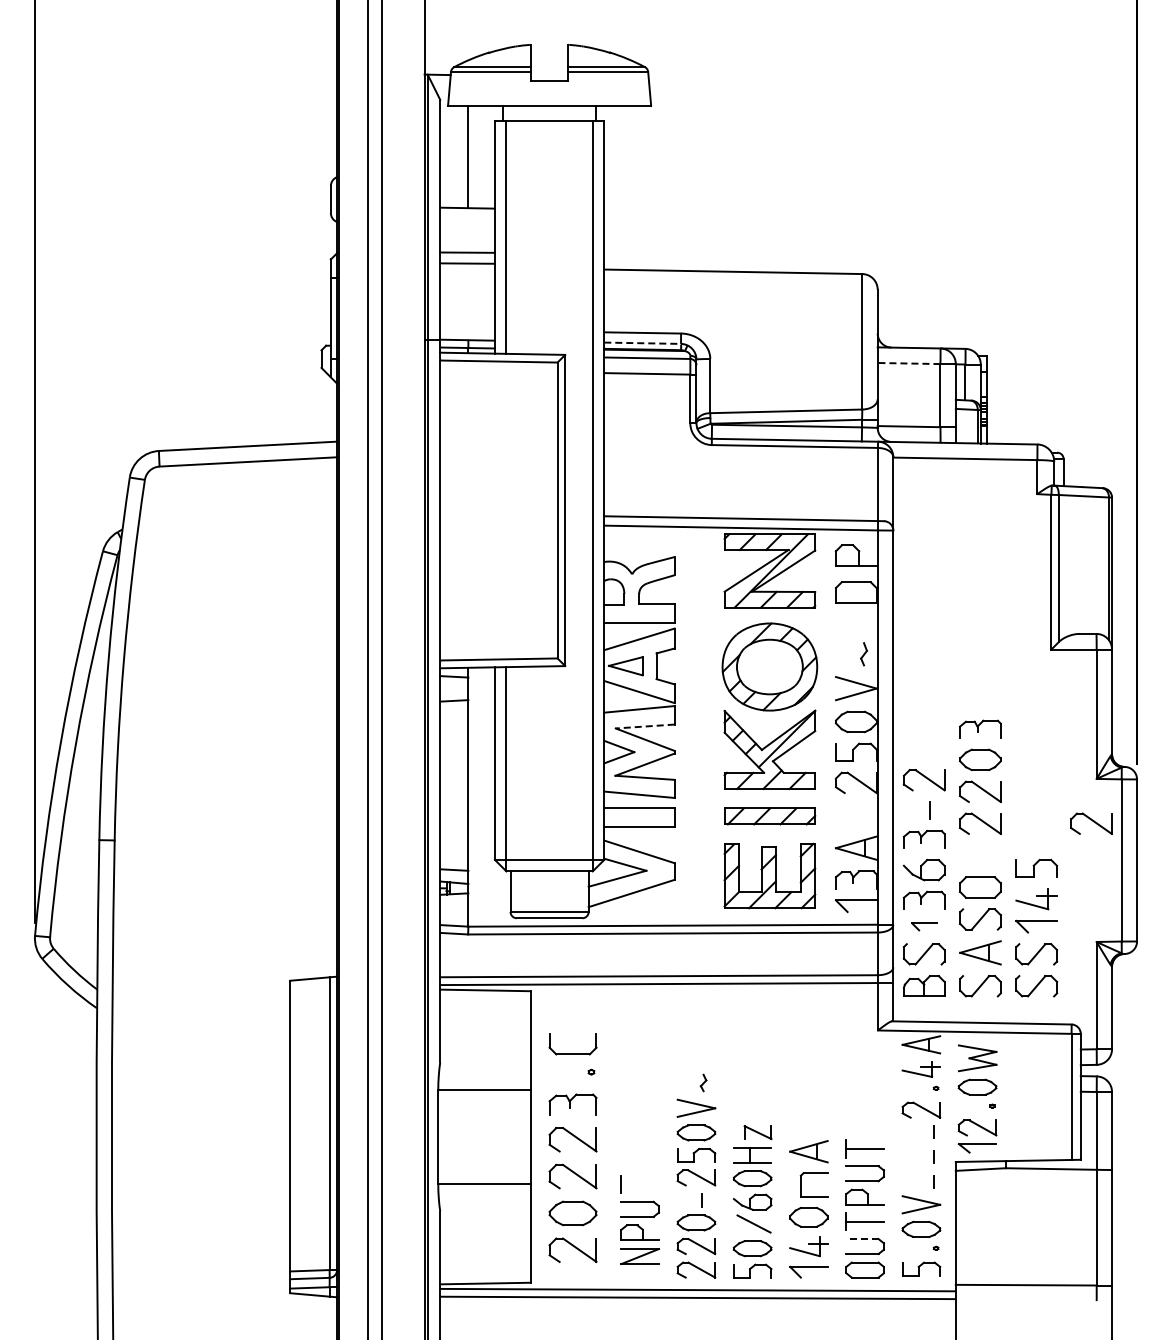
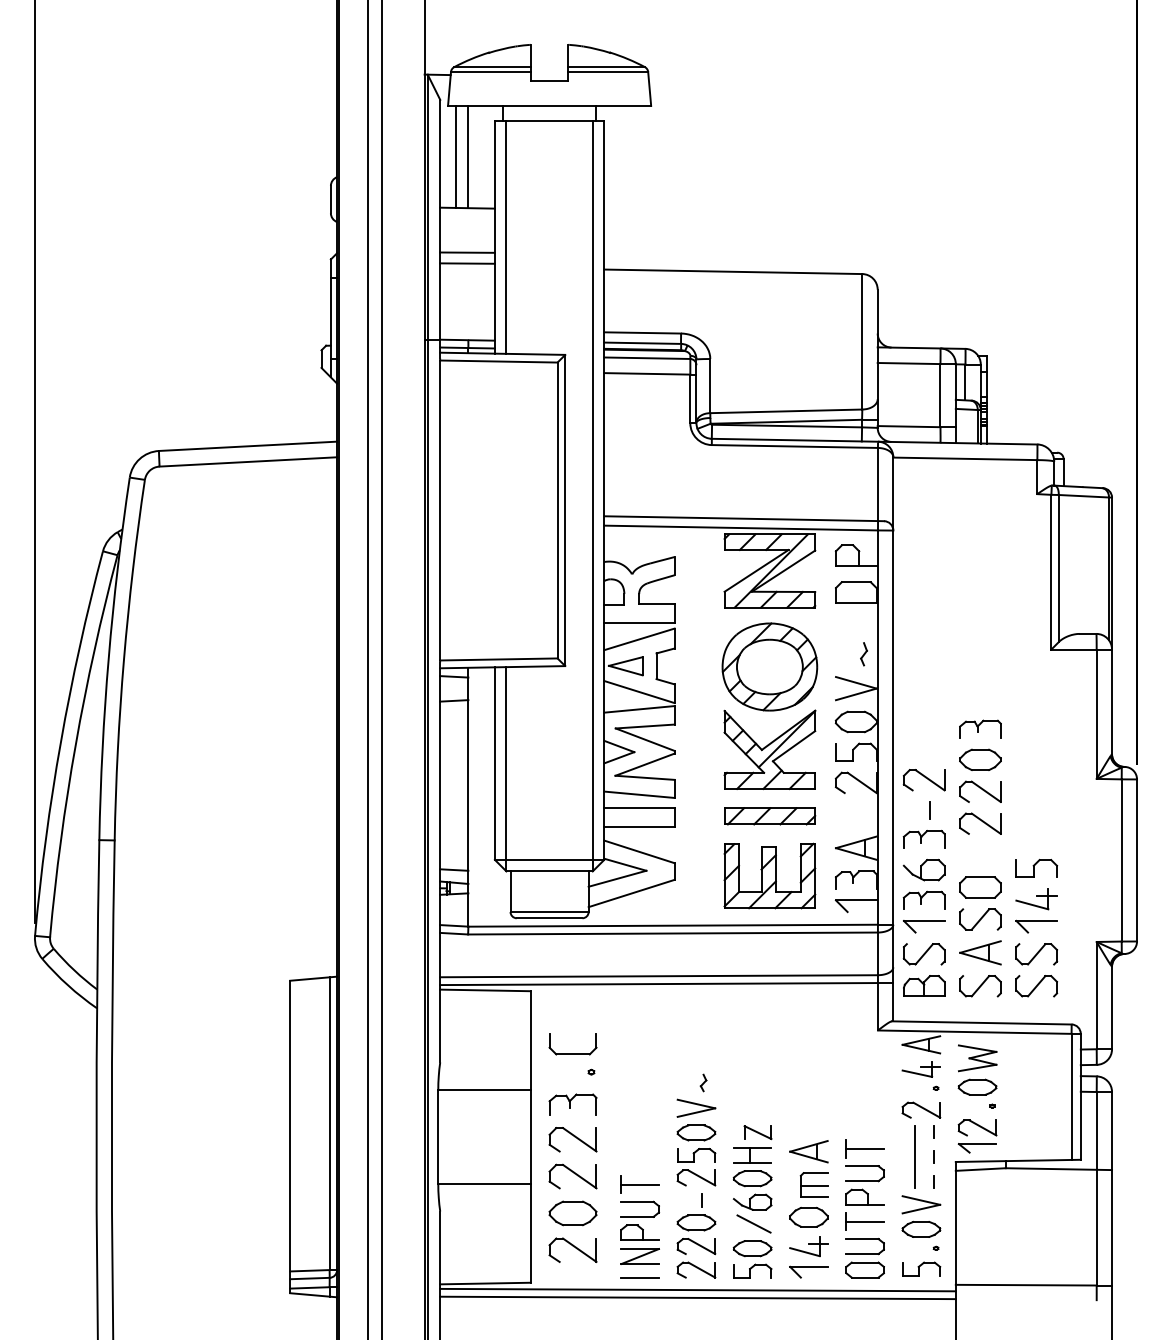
line at (455, 156): none -> present
line at (643, 343): dashed -> solid
line at (908, 363): dashed -> solid
line at (645, 726): dashed -> solid
part at (1091, 823): present -> none
part at (924, 926) size: 27x10 px -> 43x14 px
line at (914, 1156): none -> present
line at (639, 1184): none -> present
line at (813, 1185): none -> present
line at (861, 1239): dashed -> solid
line at (639, 1277): none -> present
